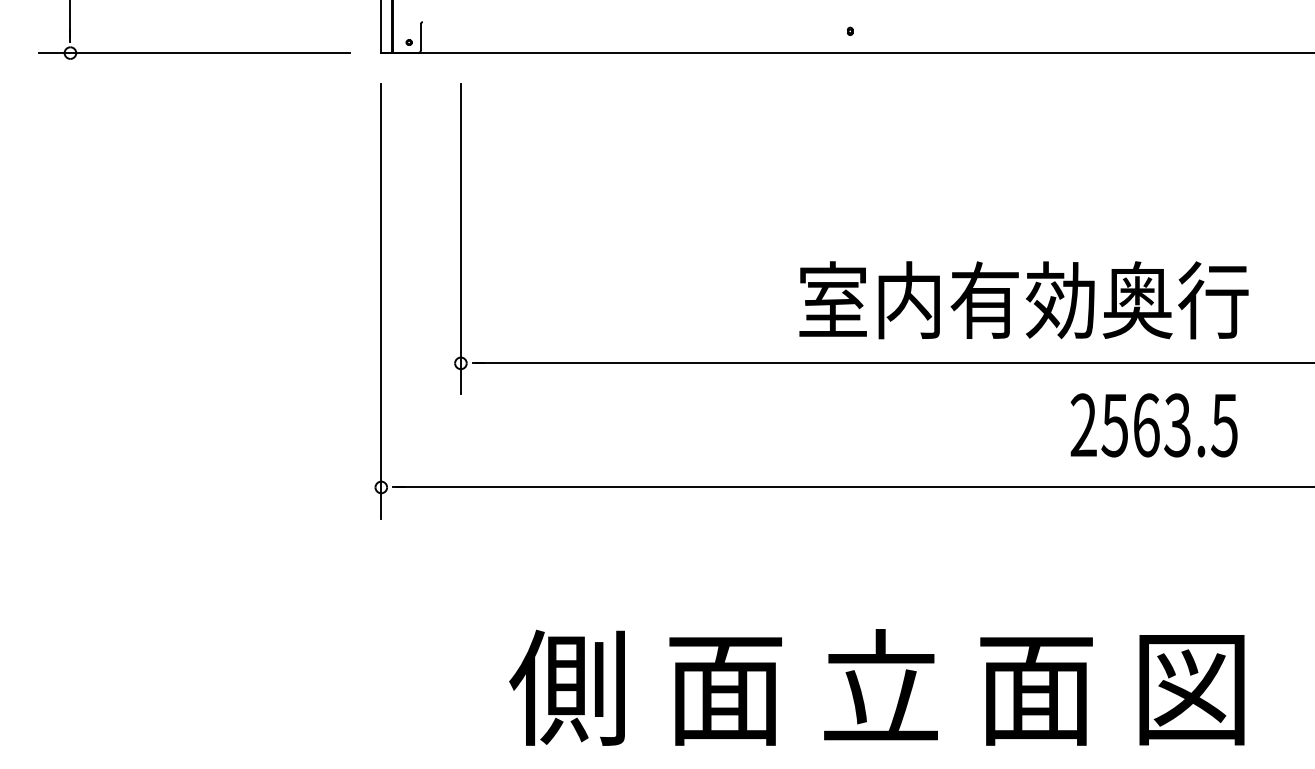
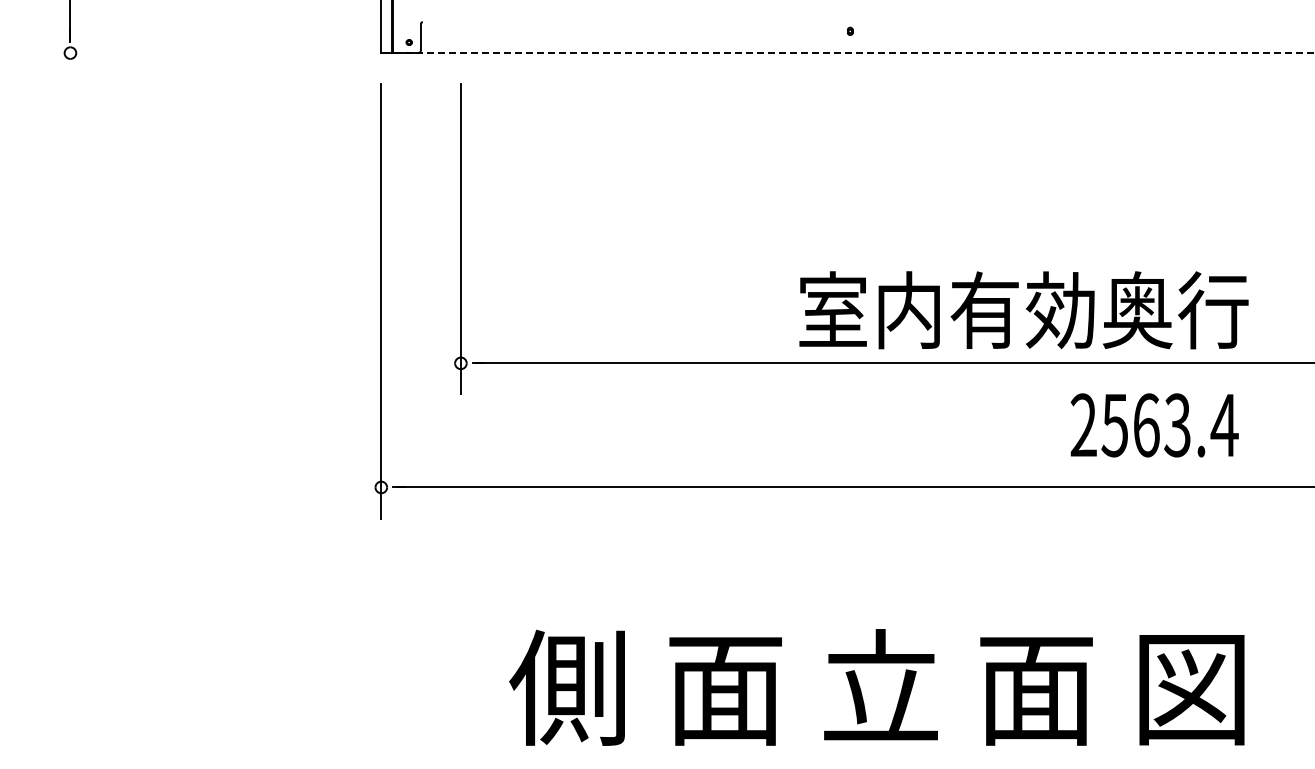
line at (194, 53): present -> none
line at (849, 53): solid -> dashed
text at (1023, 300) position: (1023, 300) -> (1023, 310)
text at (1224, 425): 2563.5 -> 2563.4
